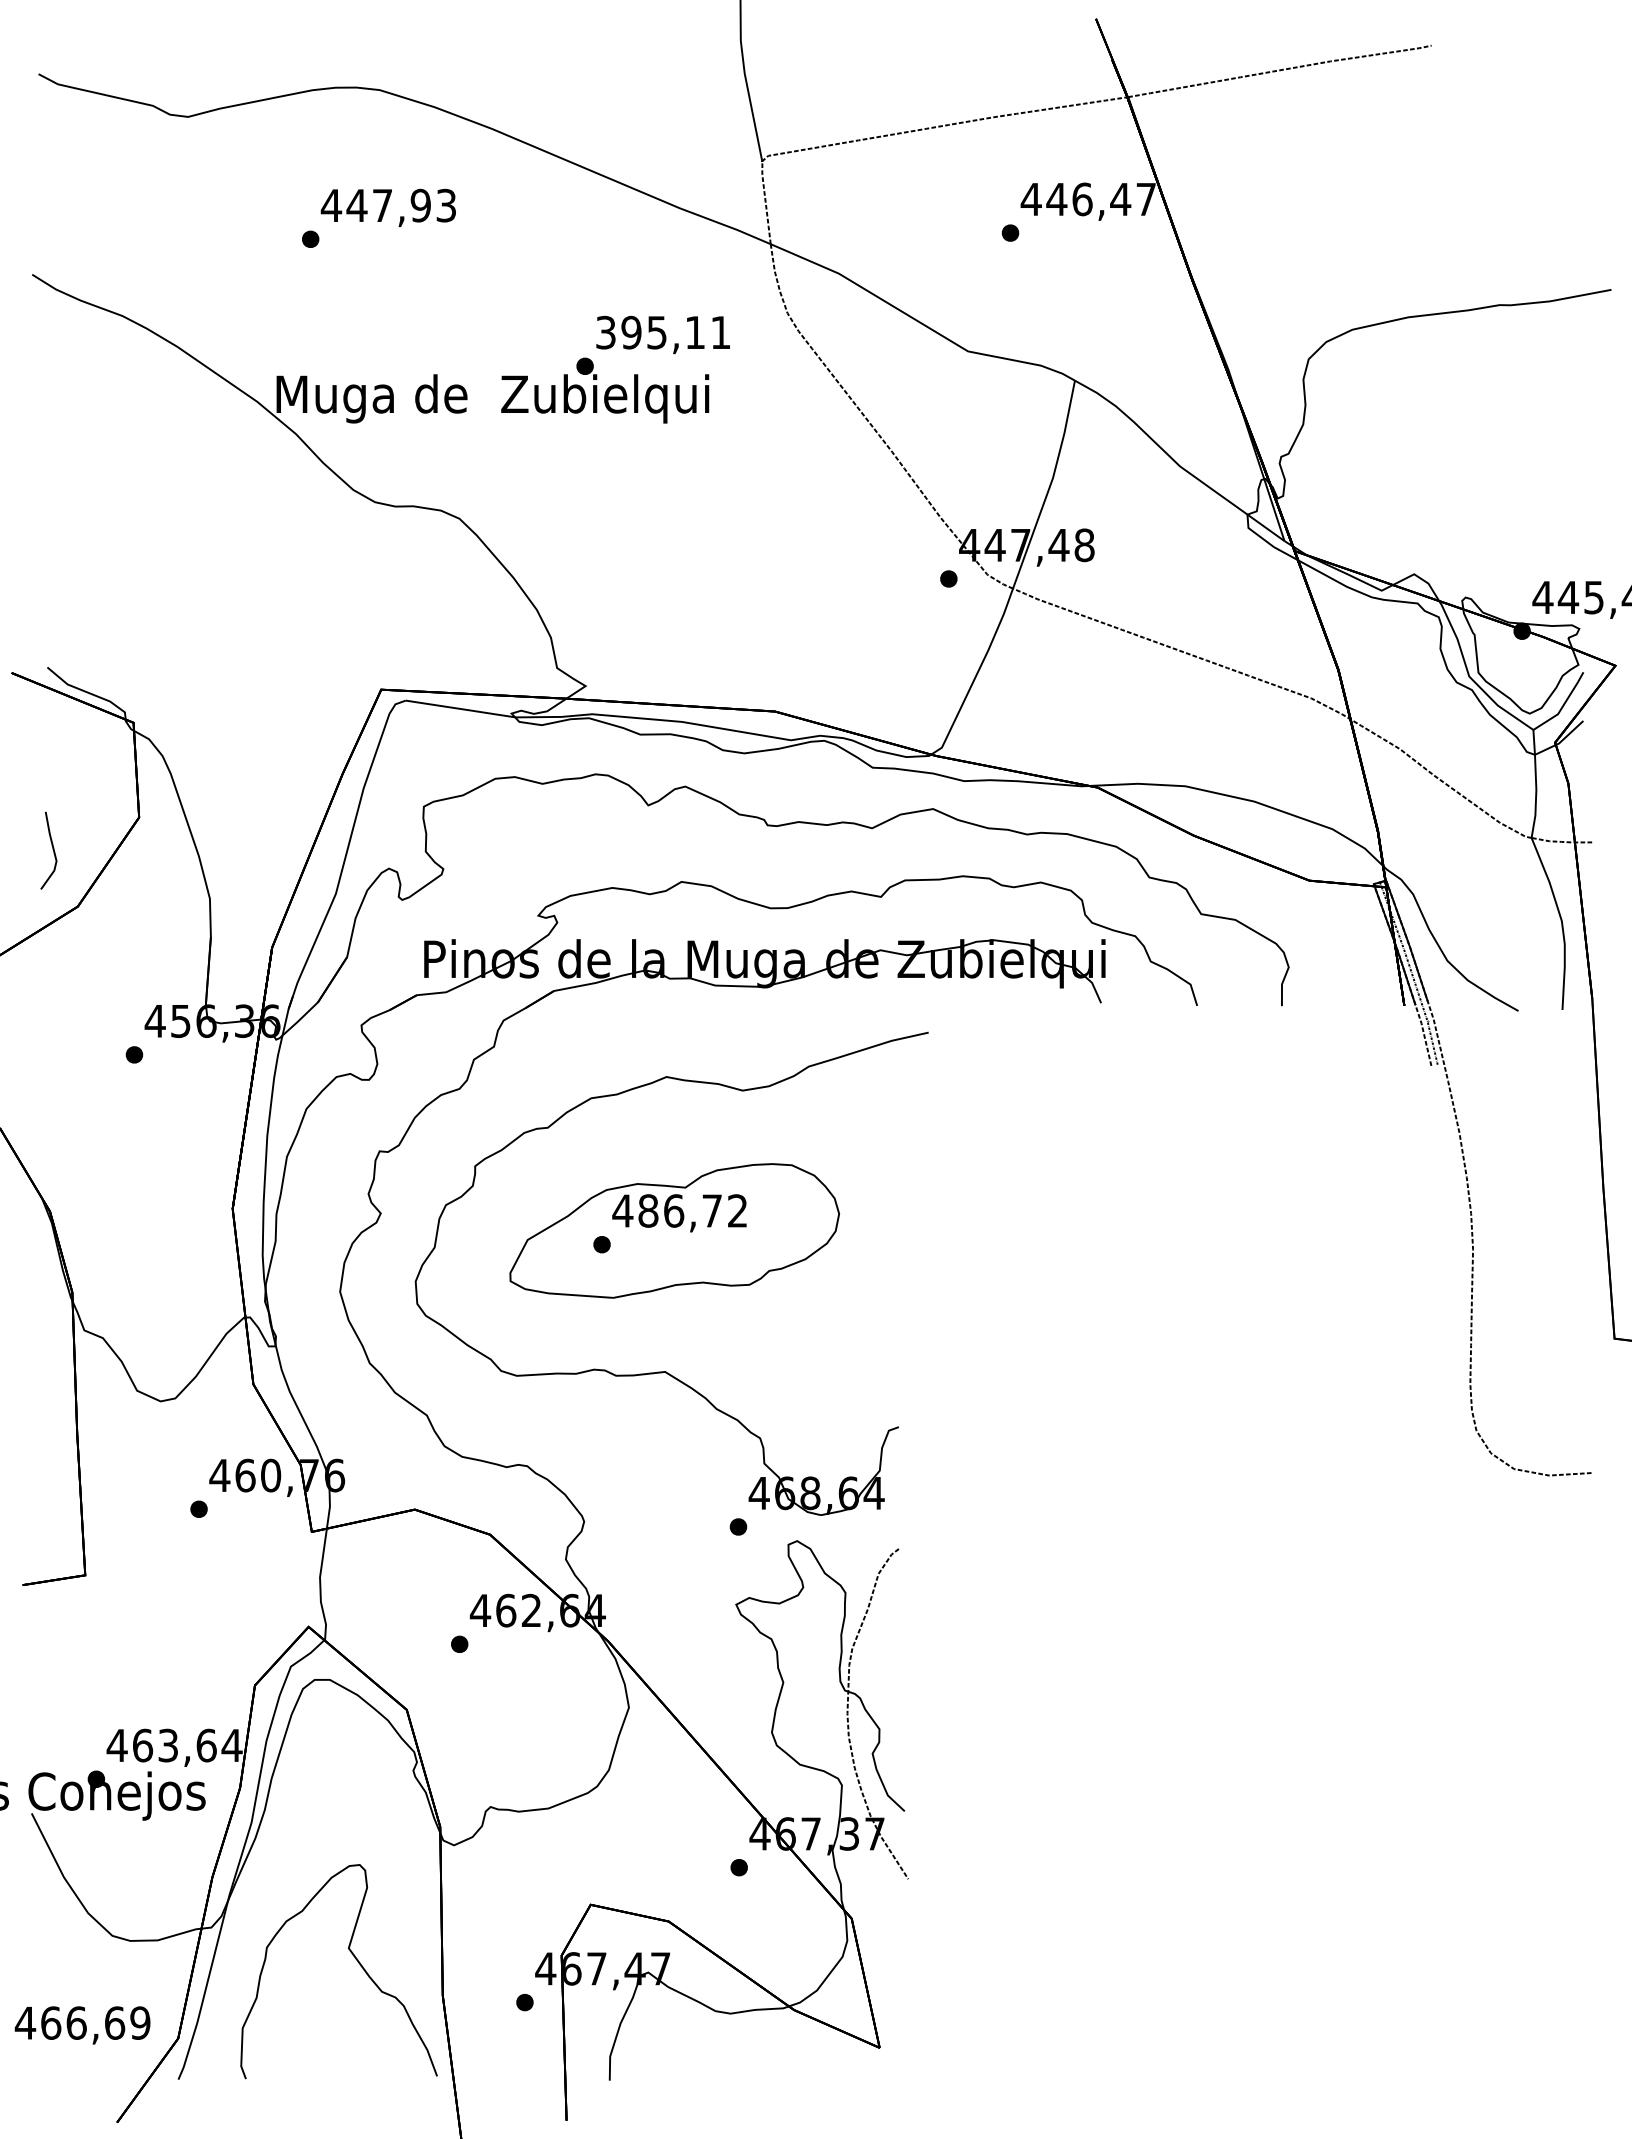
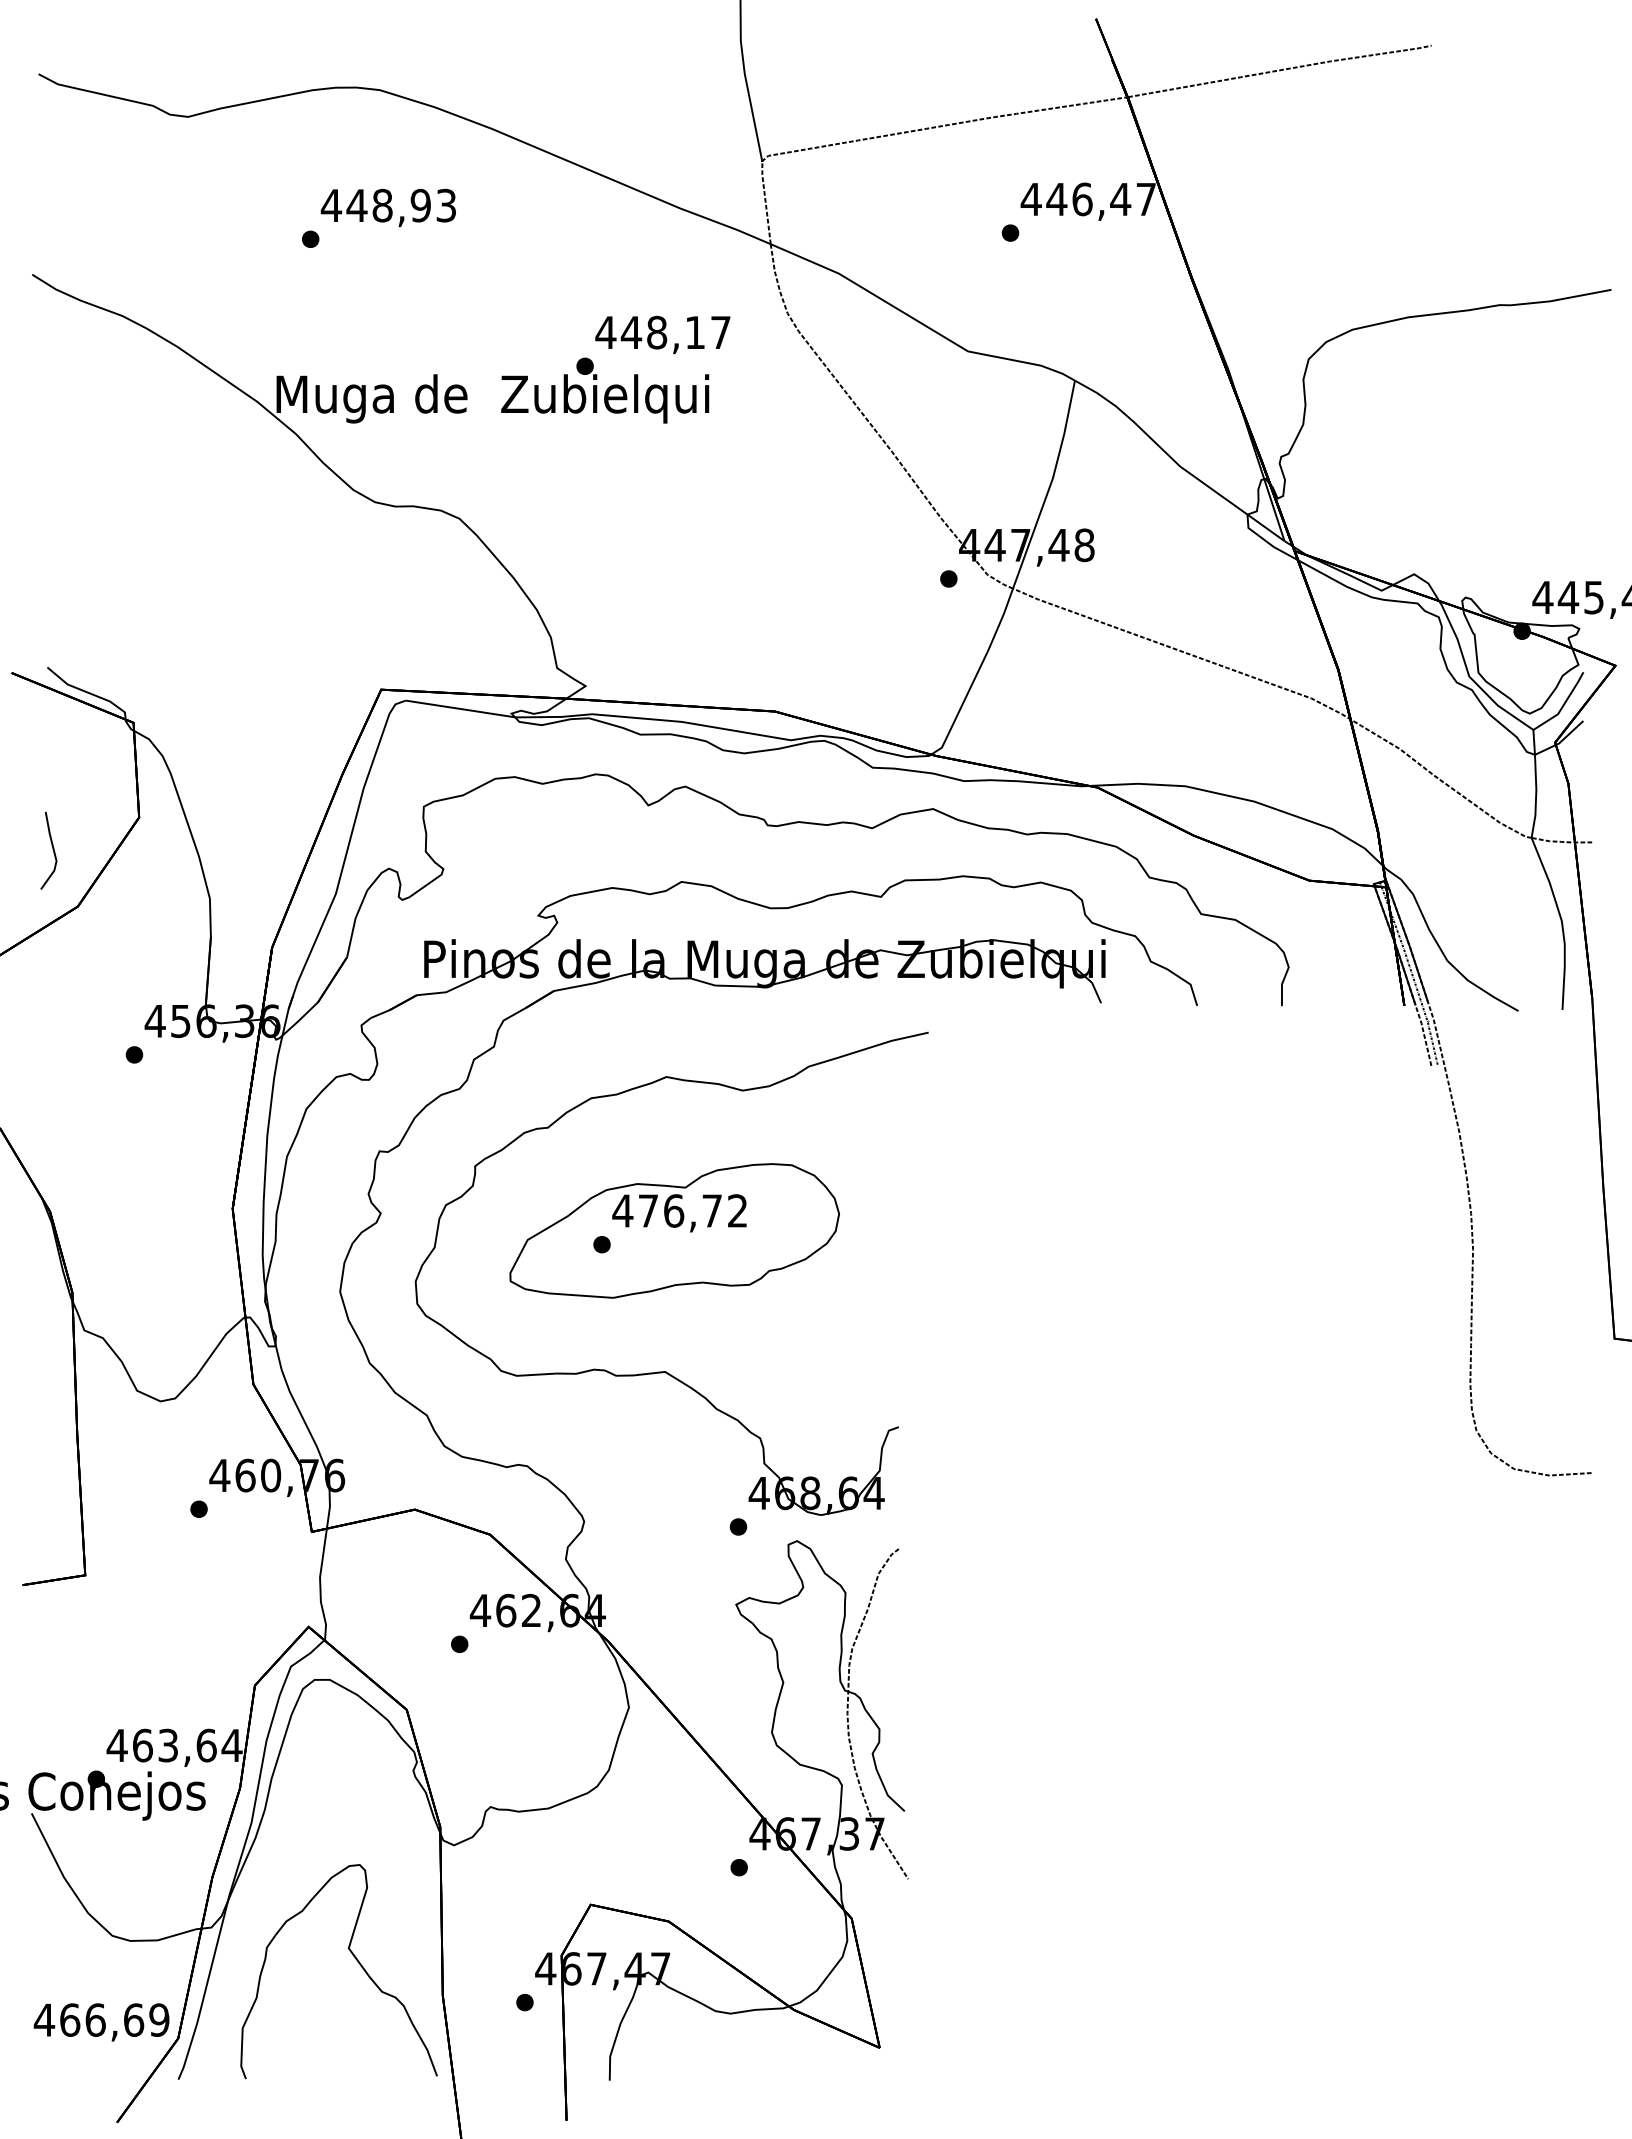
text at (382, 205): 447,93 -> 448,93
text at (662, 332): 395,11 -> 448,17
text at (648, 1210): 486,72 -> 476,72
text at (82, 2025) position: (82, 2025) -> (101, 2022)
